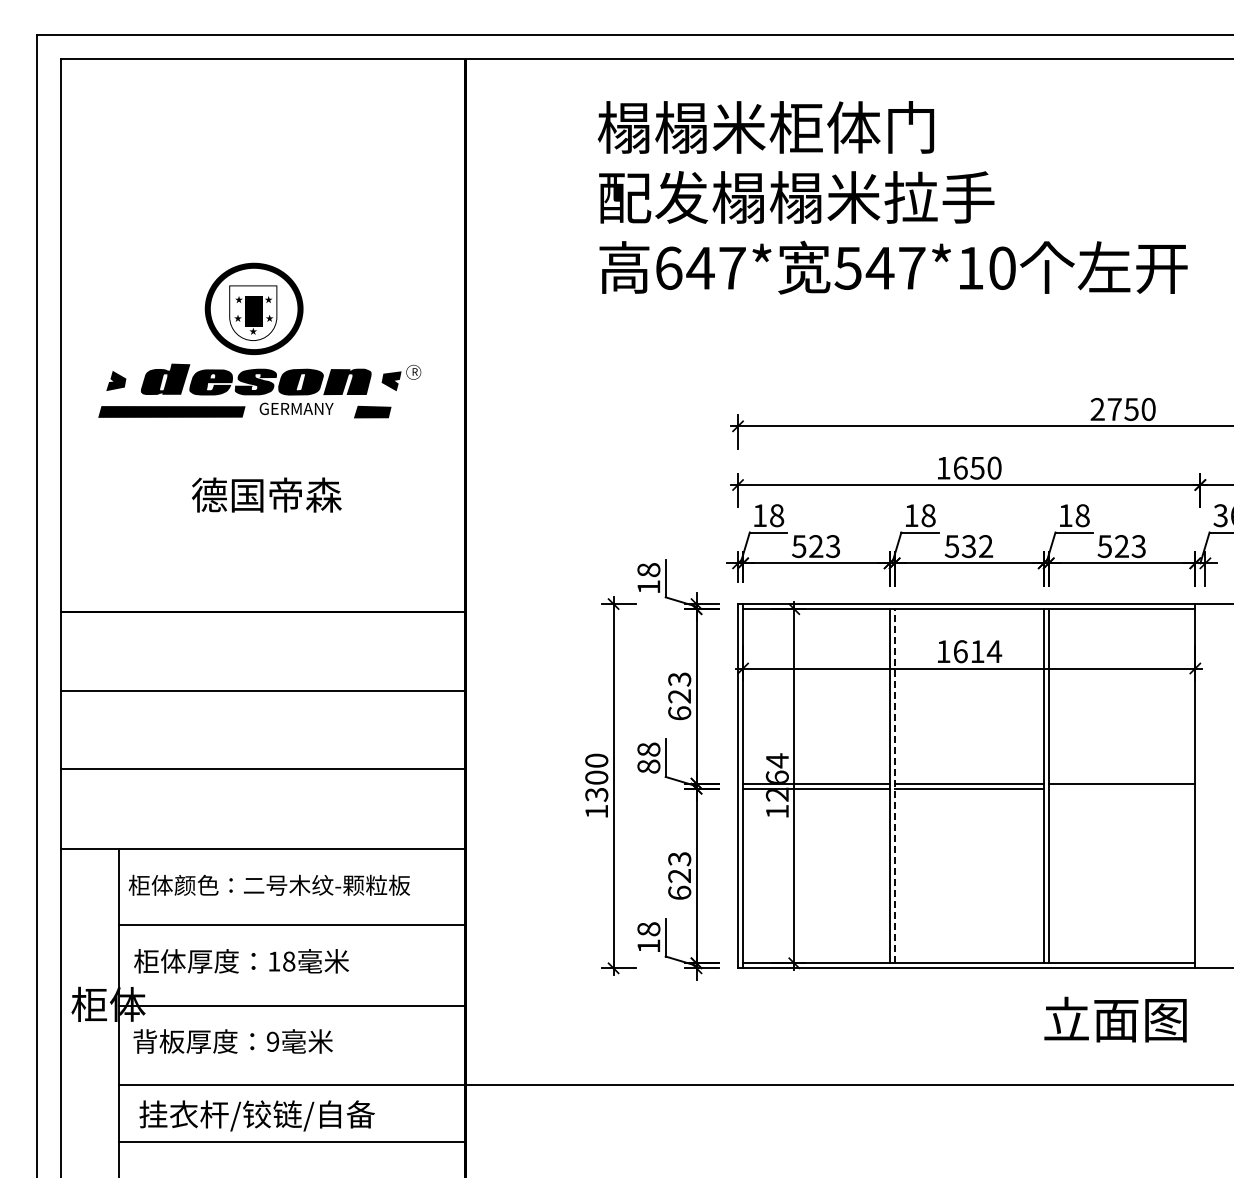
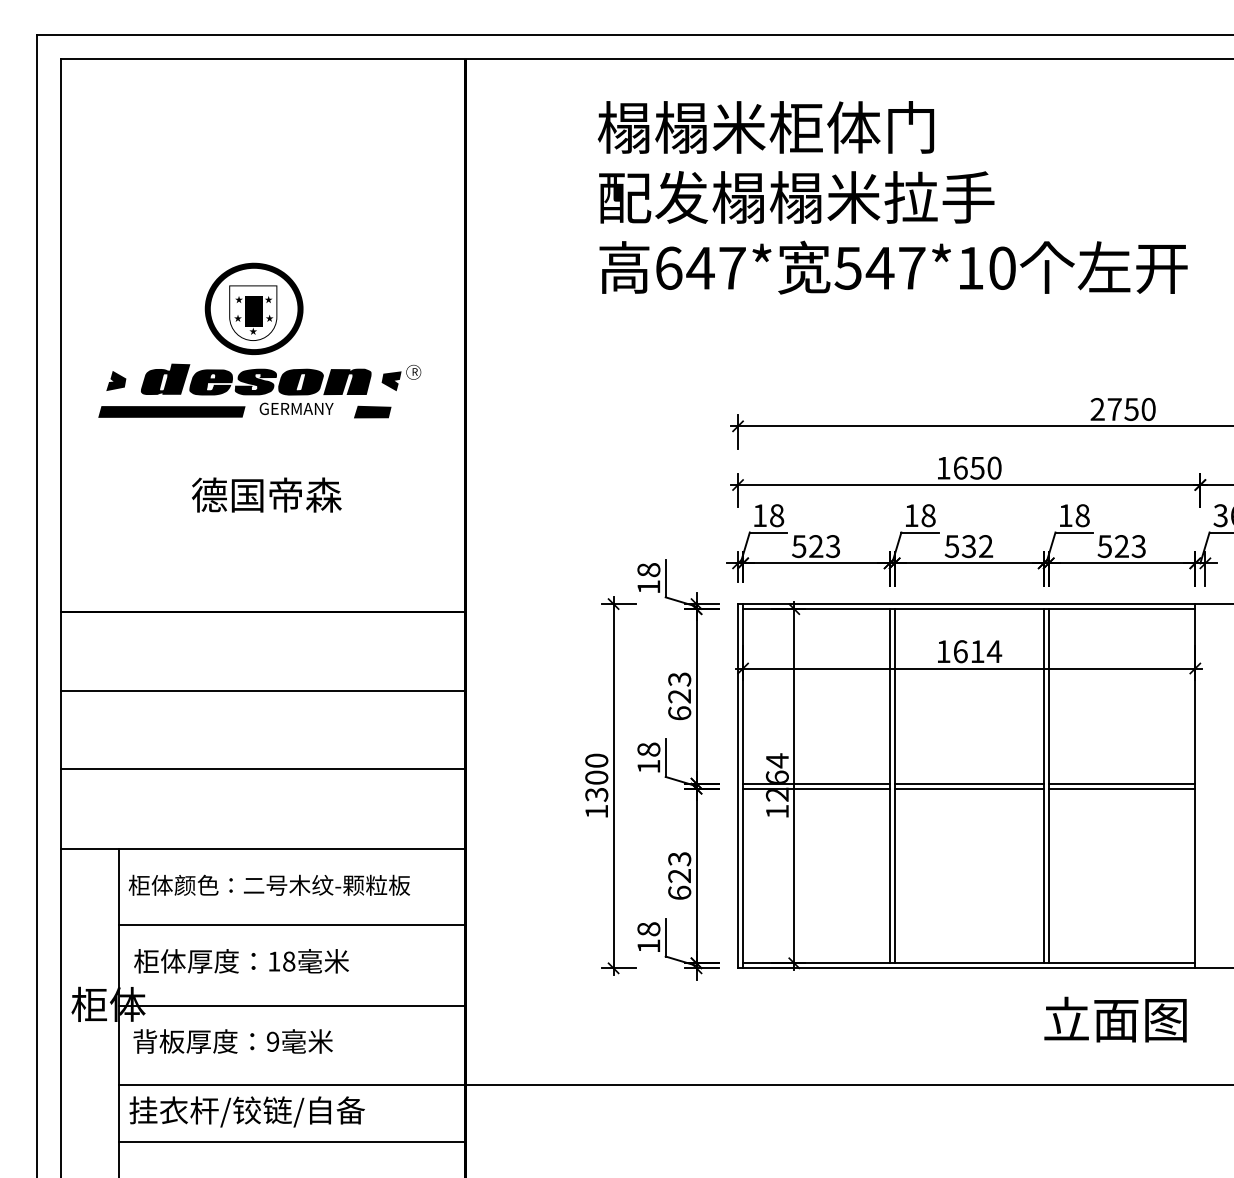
text at (648, 766): 88 -> 18
line at (894, 785): dashed -> solid
line at (1121, 788): none -> present
text at (256, 1115) position: (256, 1115) -> (246, 1111)
